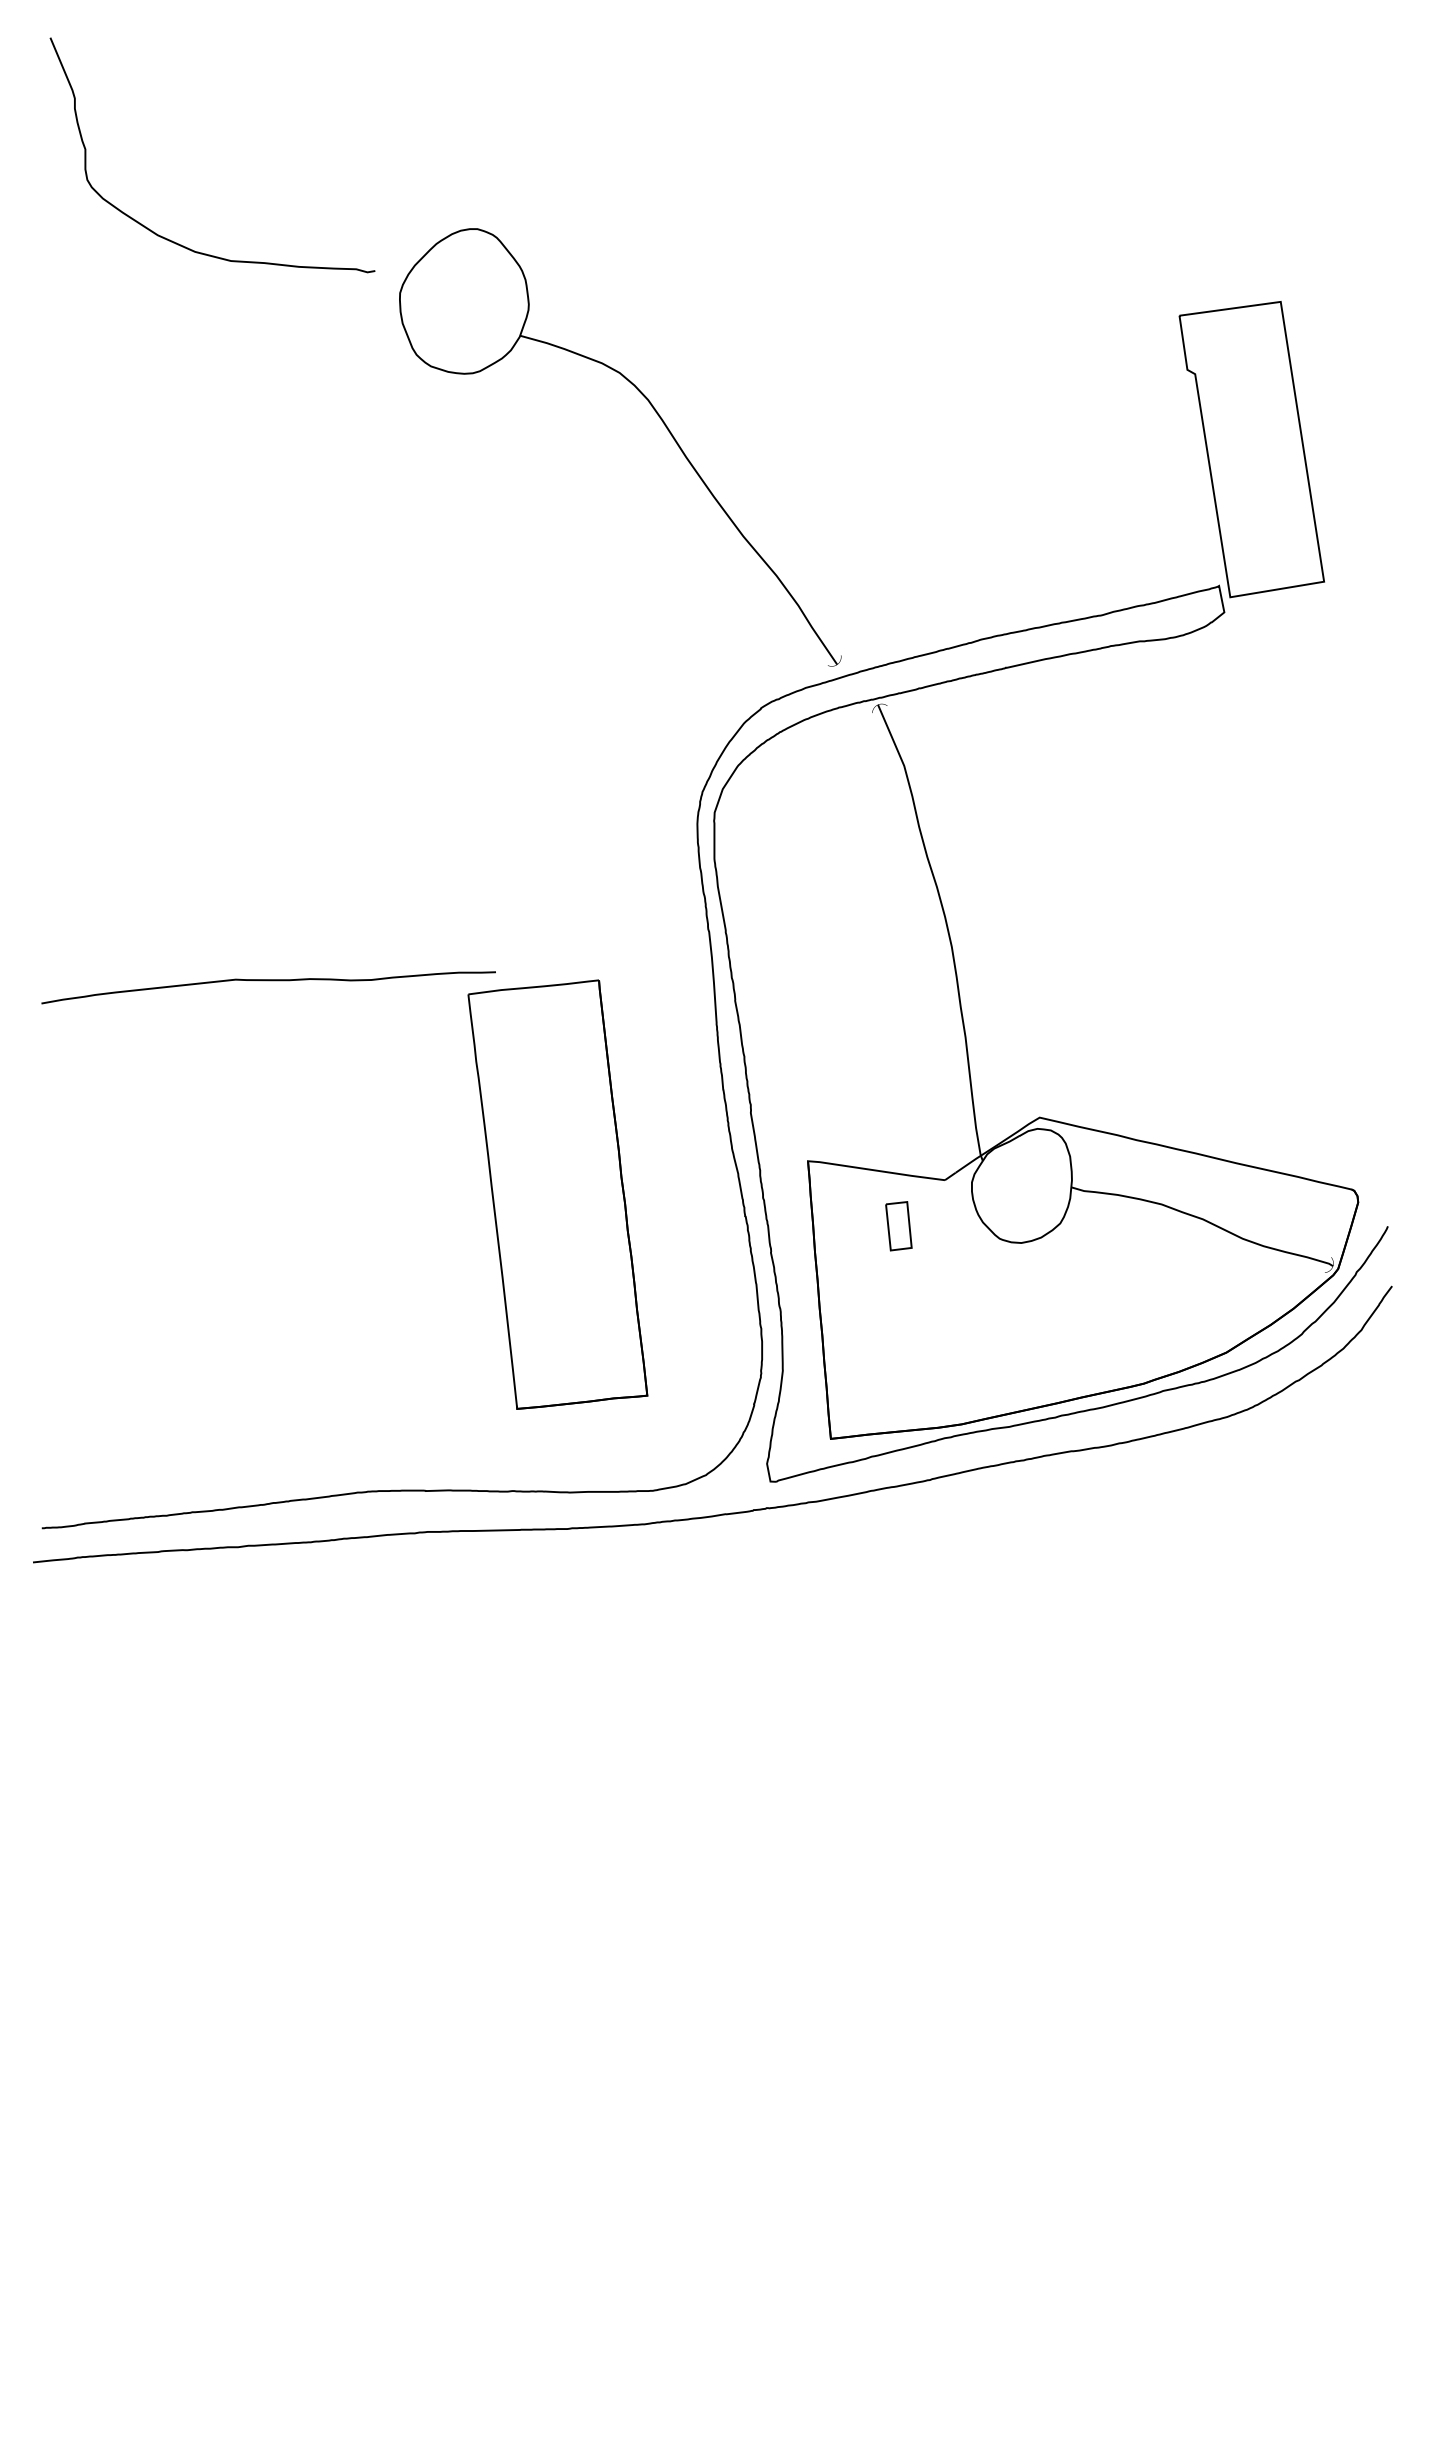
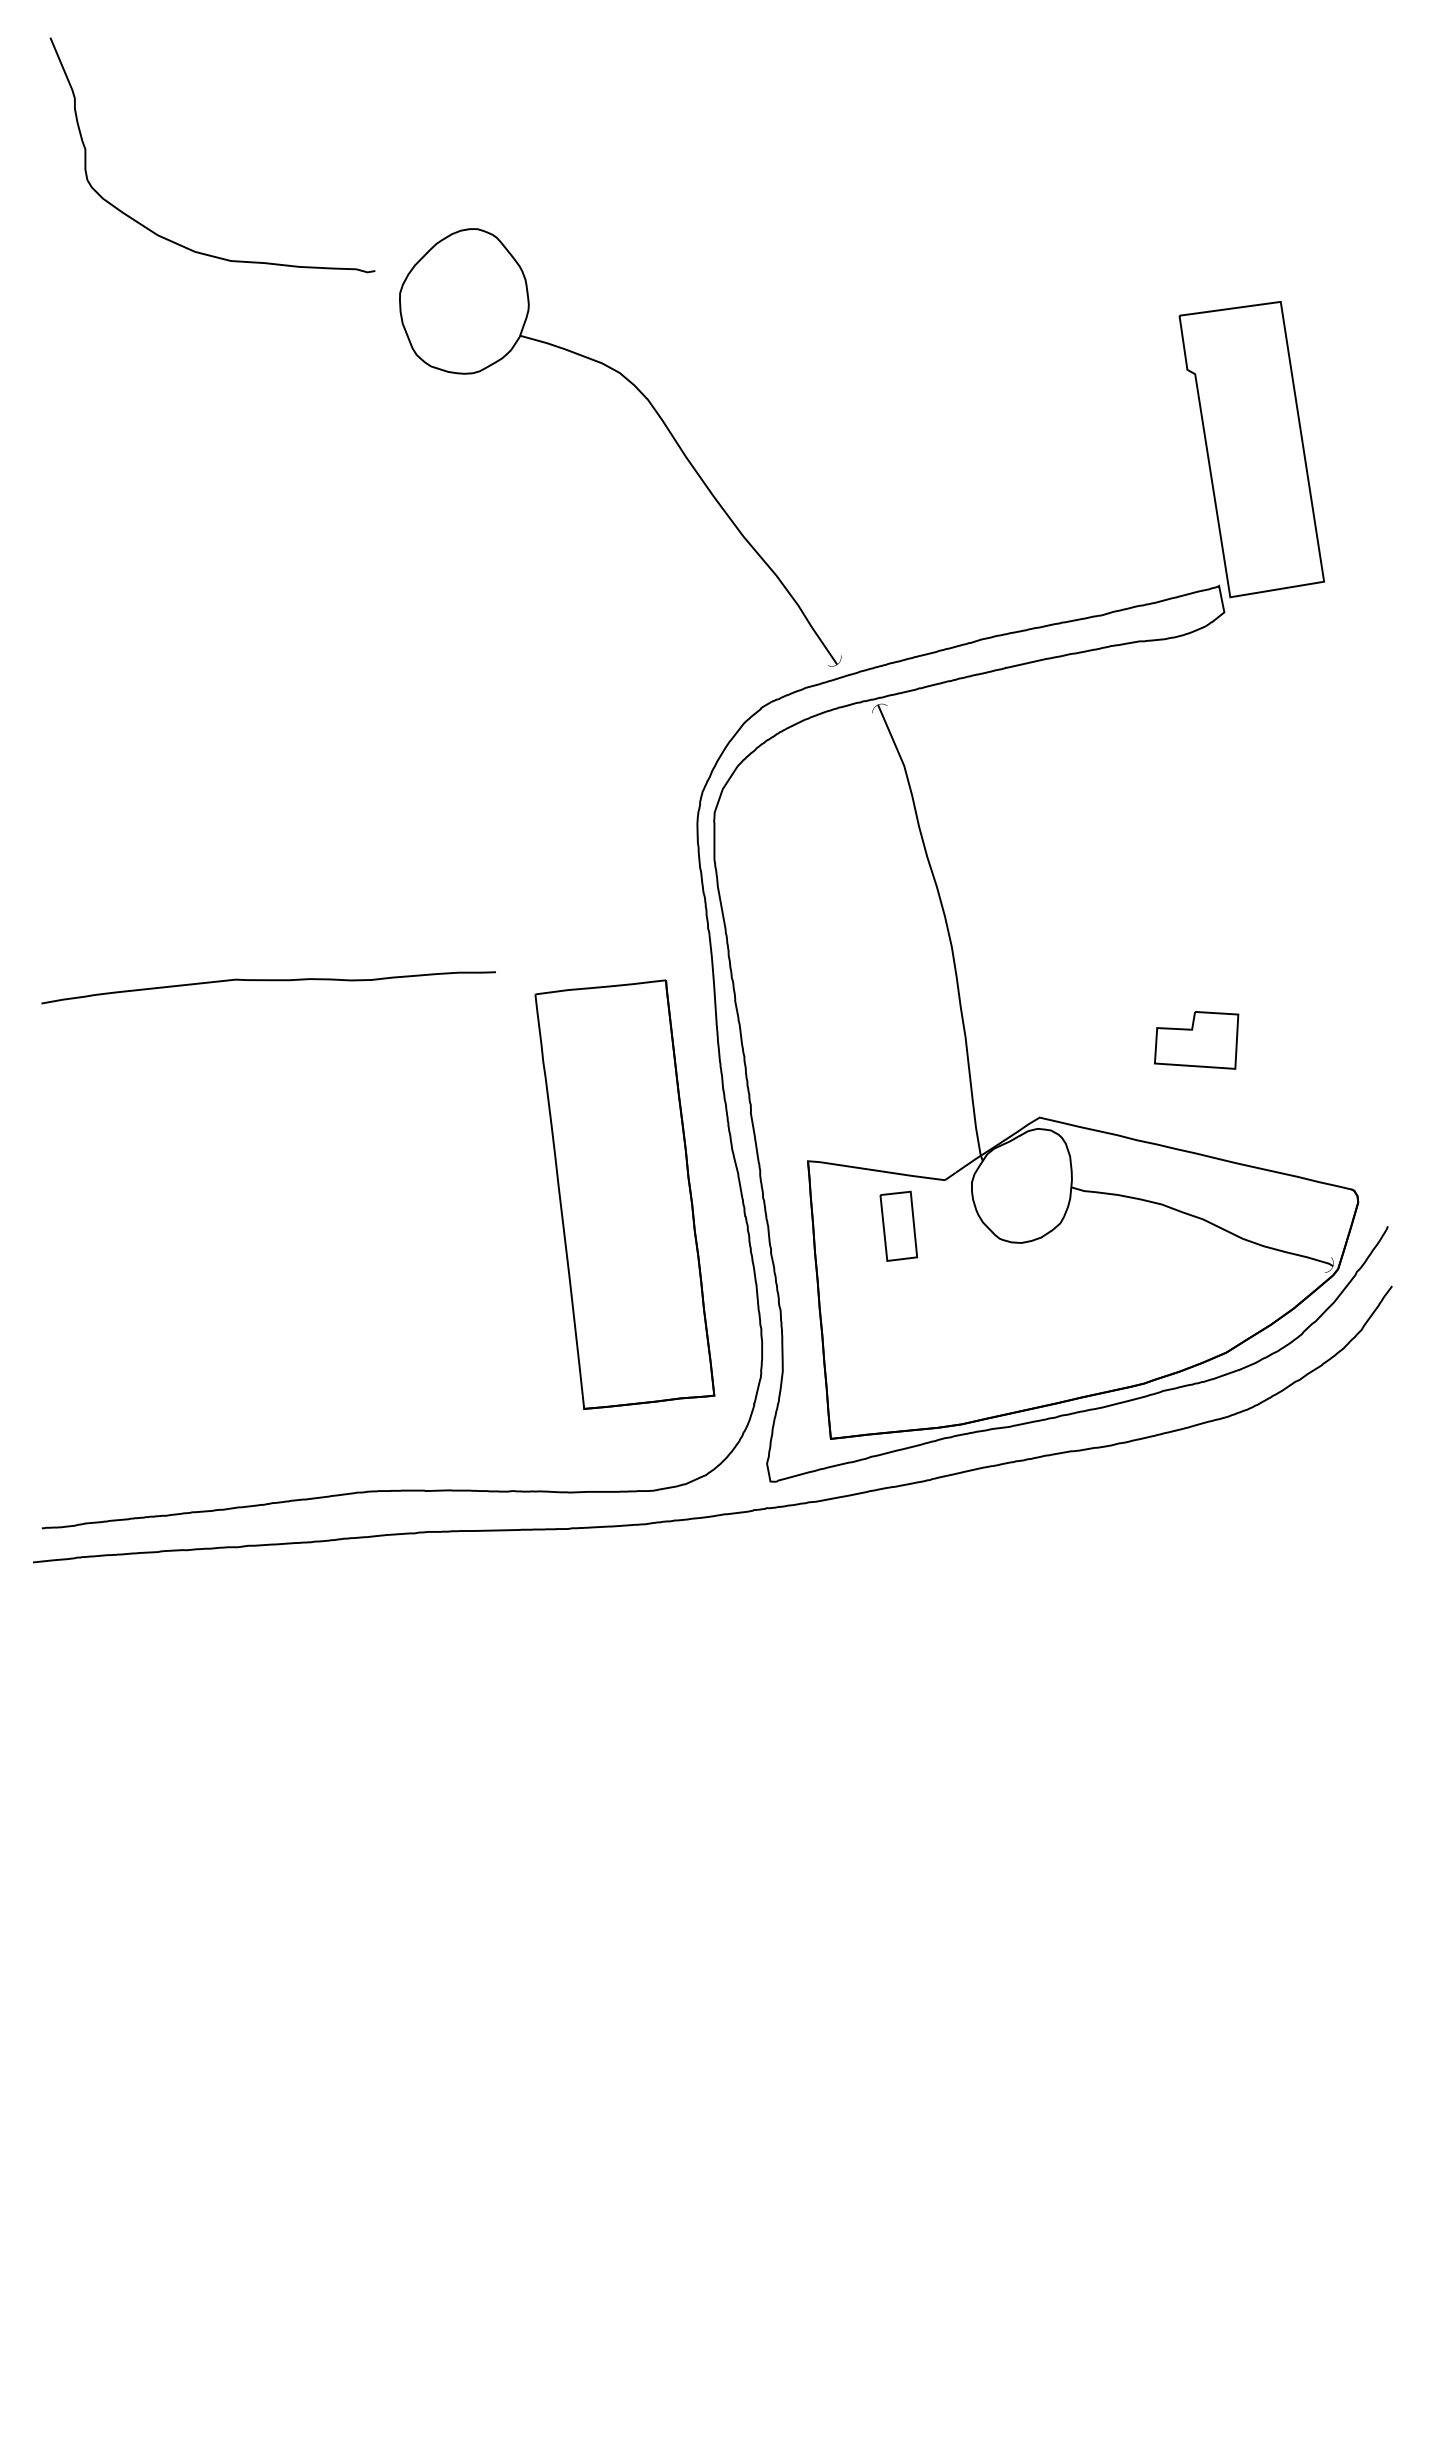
part at (1196, 1040): none -> present
part at (557, 1194) position: (557, 1194) -> (624, 1194)
part at (898, 1226) size: 28x51 px -> 40x72 px
